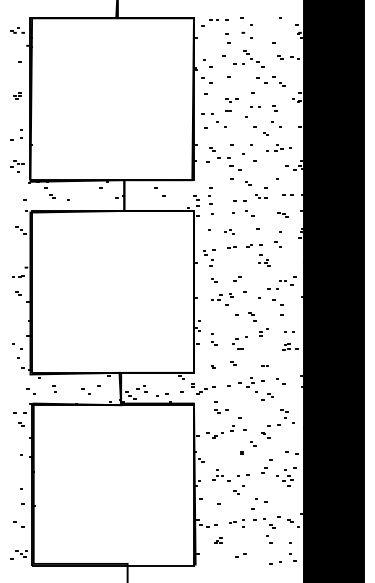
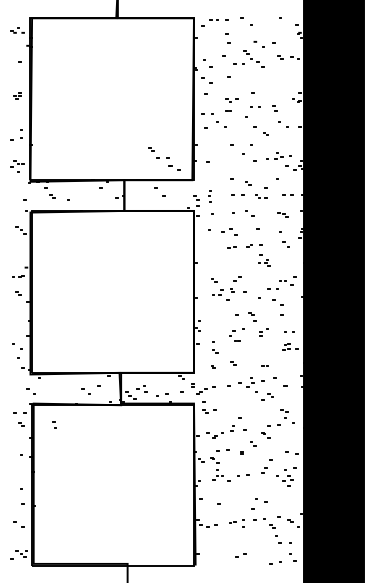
part at (246, 35) position: (246, 35) -> (258, 44)
part at (270, 81): present -> none
part at (276, 124) position: (276, 124) -> (283, 124)
part at (278, 147) position: (278, 147) -> (278, 155)
part at (225, 158) position: (225, 158) -> (164, 158)
part at (210, 195) size: 5x18 px -> 4x13 px
part at (239, 200) position: (239, 200) -> (237, 194)
part at (229, 231) size: 11x6 px -> 17x8 px
part at (277, 244) position: (277, 244) -> (285, 244)
part at (209, 257): present -> none
part at (222, 299) position: (222, 299) -> (223, 294)
part at (214, 339) position: (214, 339) -> (215, 347)
part at (239, 342) position: (239, 342) -> (236, 334)
part at (280, 381) size: 10x7 px -> 15x10 px
part at (54, 388) position: (54, 388) -> (54, 424)
part at (221, 407) position: (221, 407) -> (209, 407)
part at (219, 456): none -> present
part at (238, 489): present -> none
part at (269, 539) position: (269, 539) -> (278, 539)
part at (218, 540): present -> none
